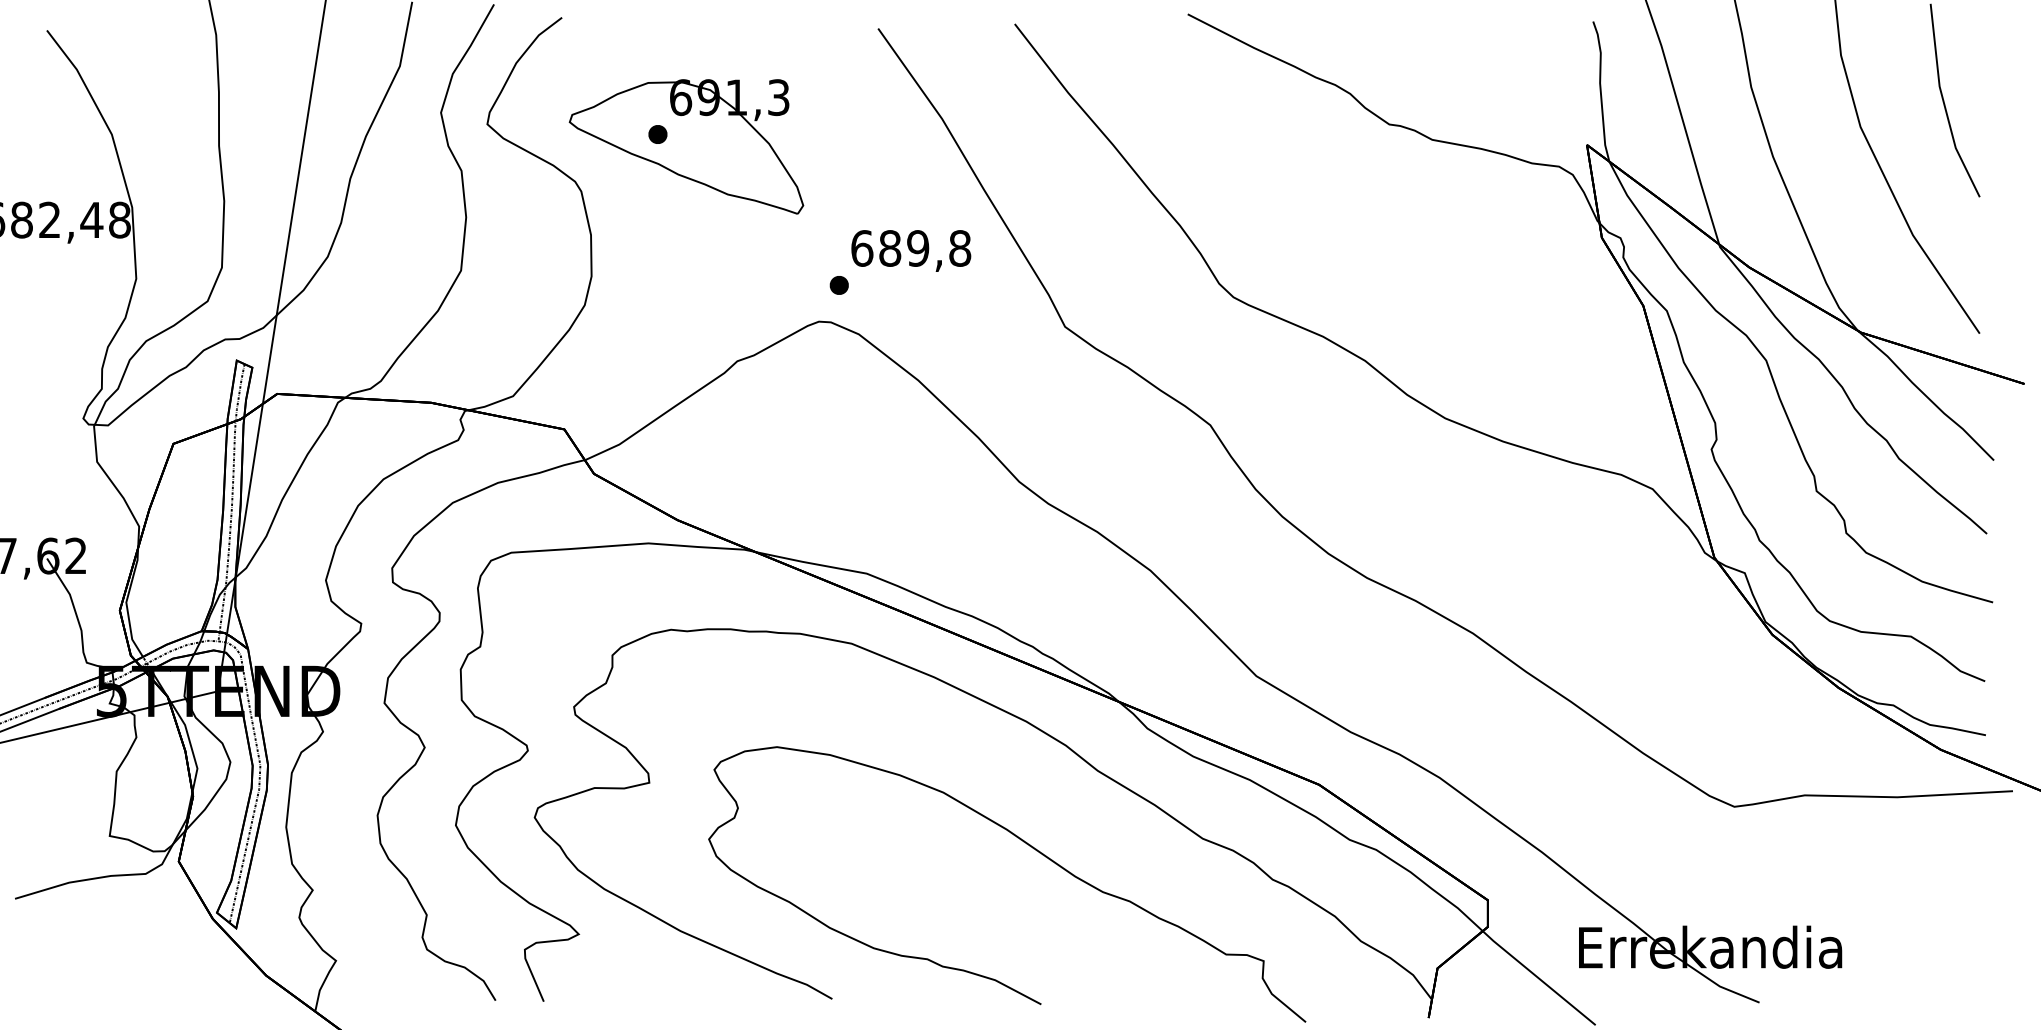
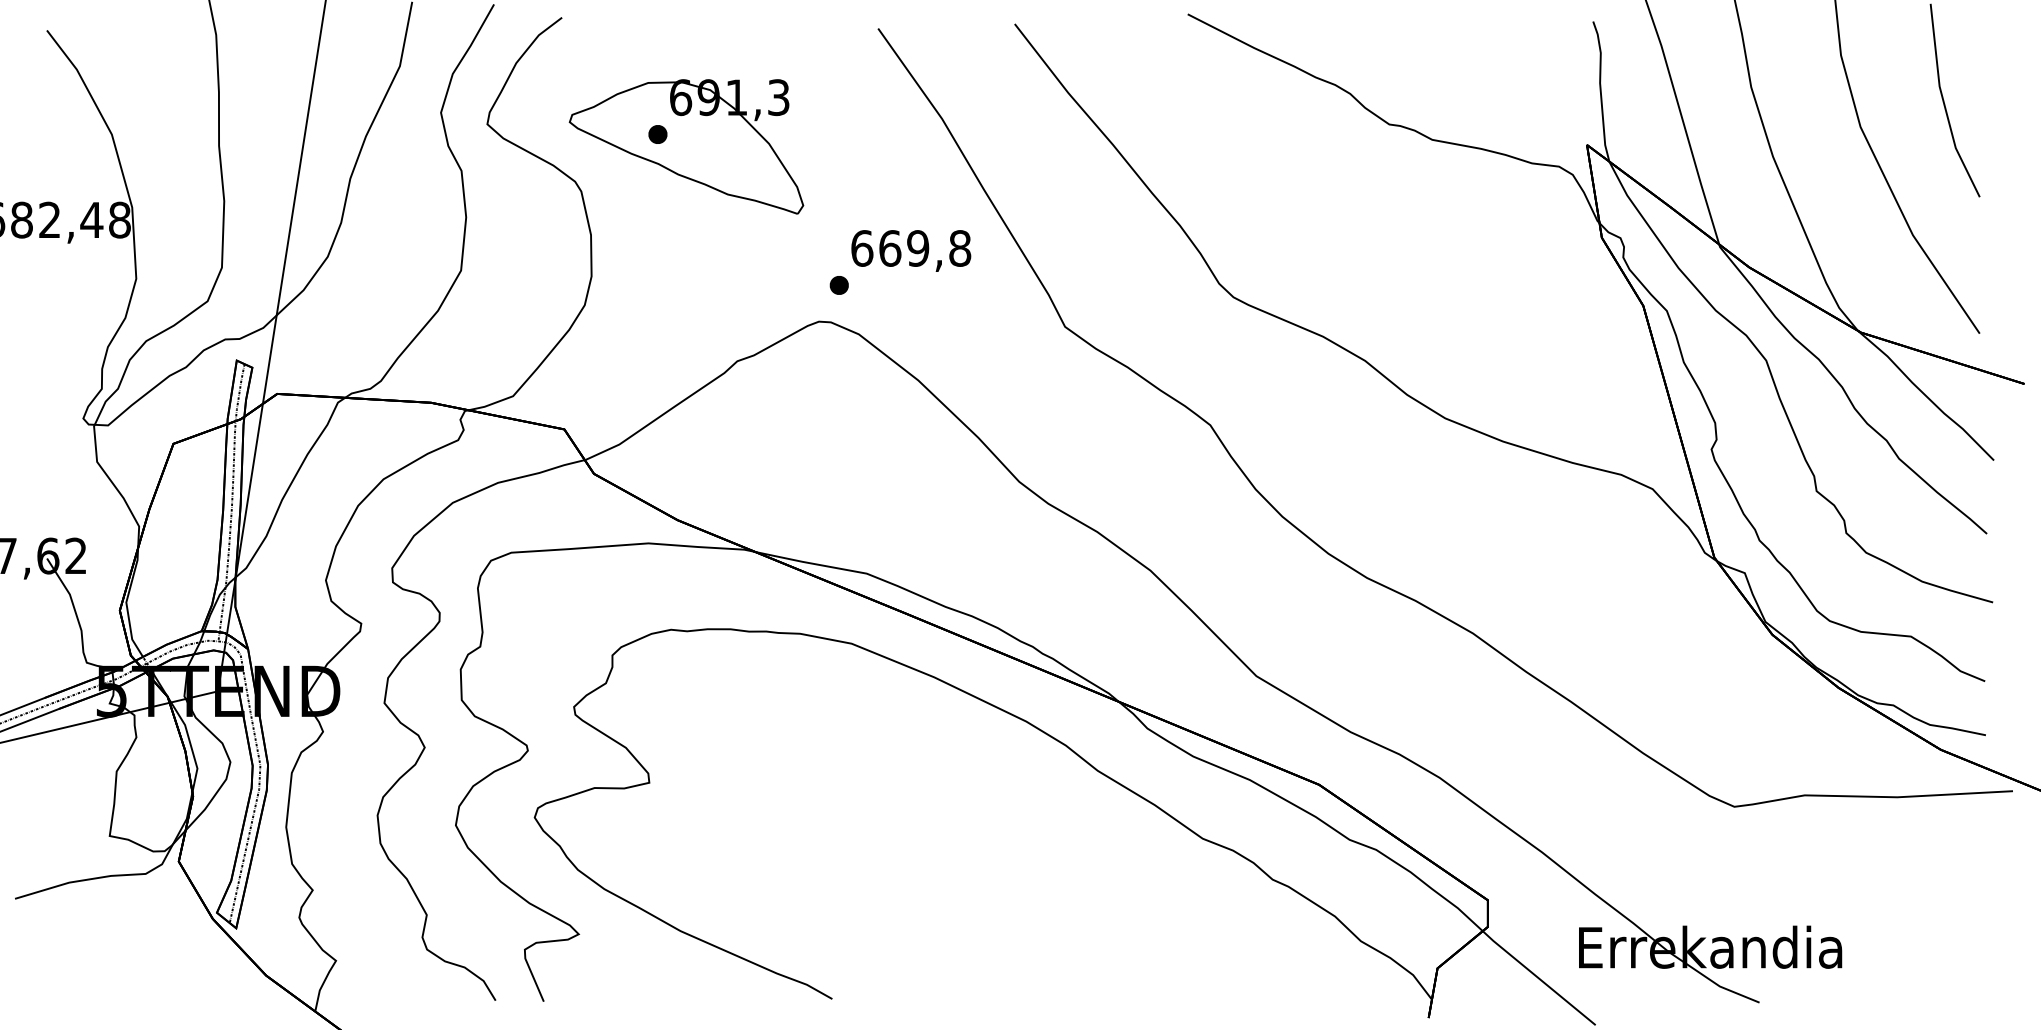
text at (890, 248): 689,8 -> 669,8
curve at (1033, 849): present -> none
